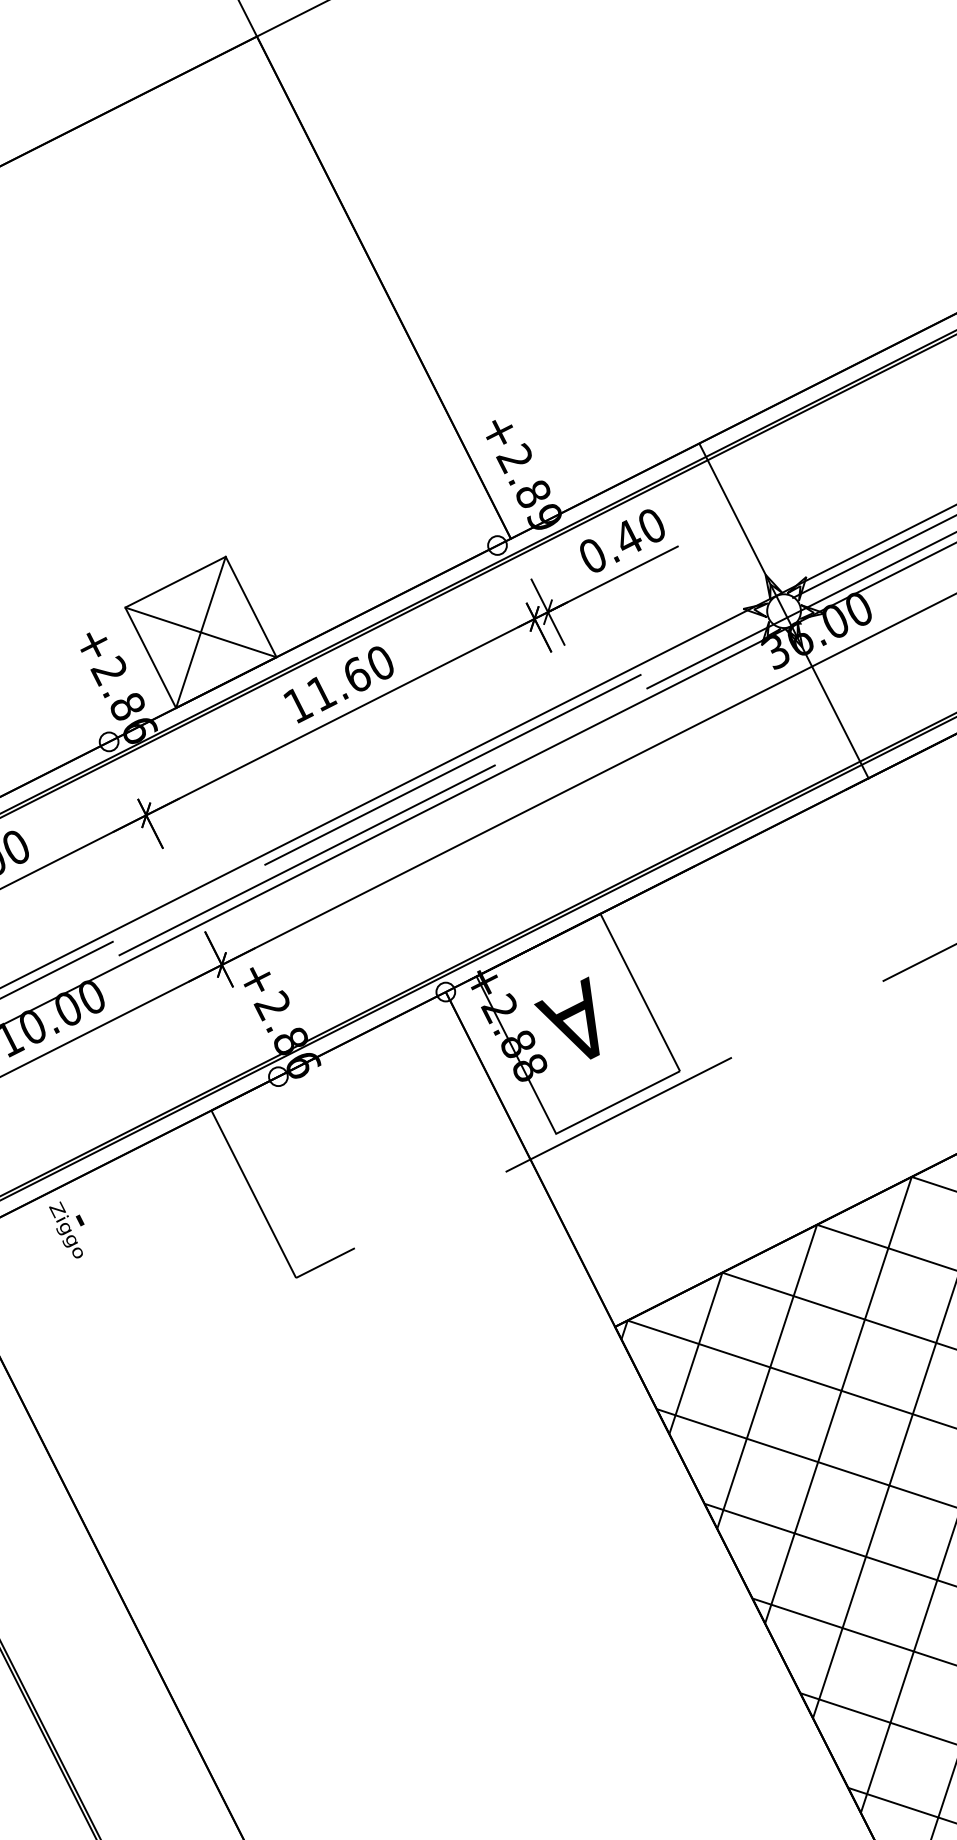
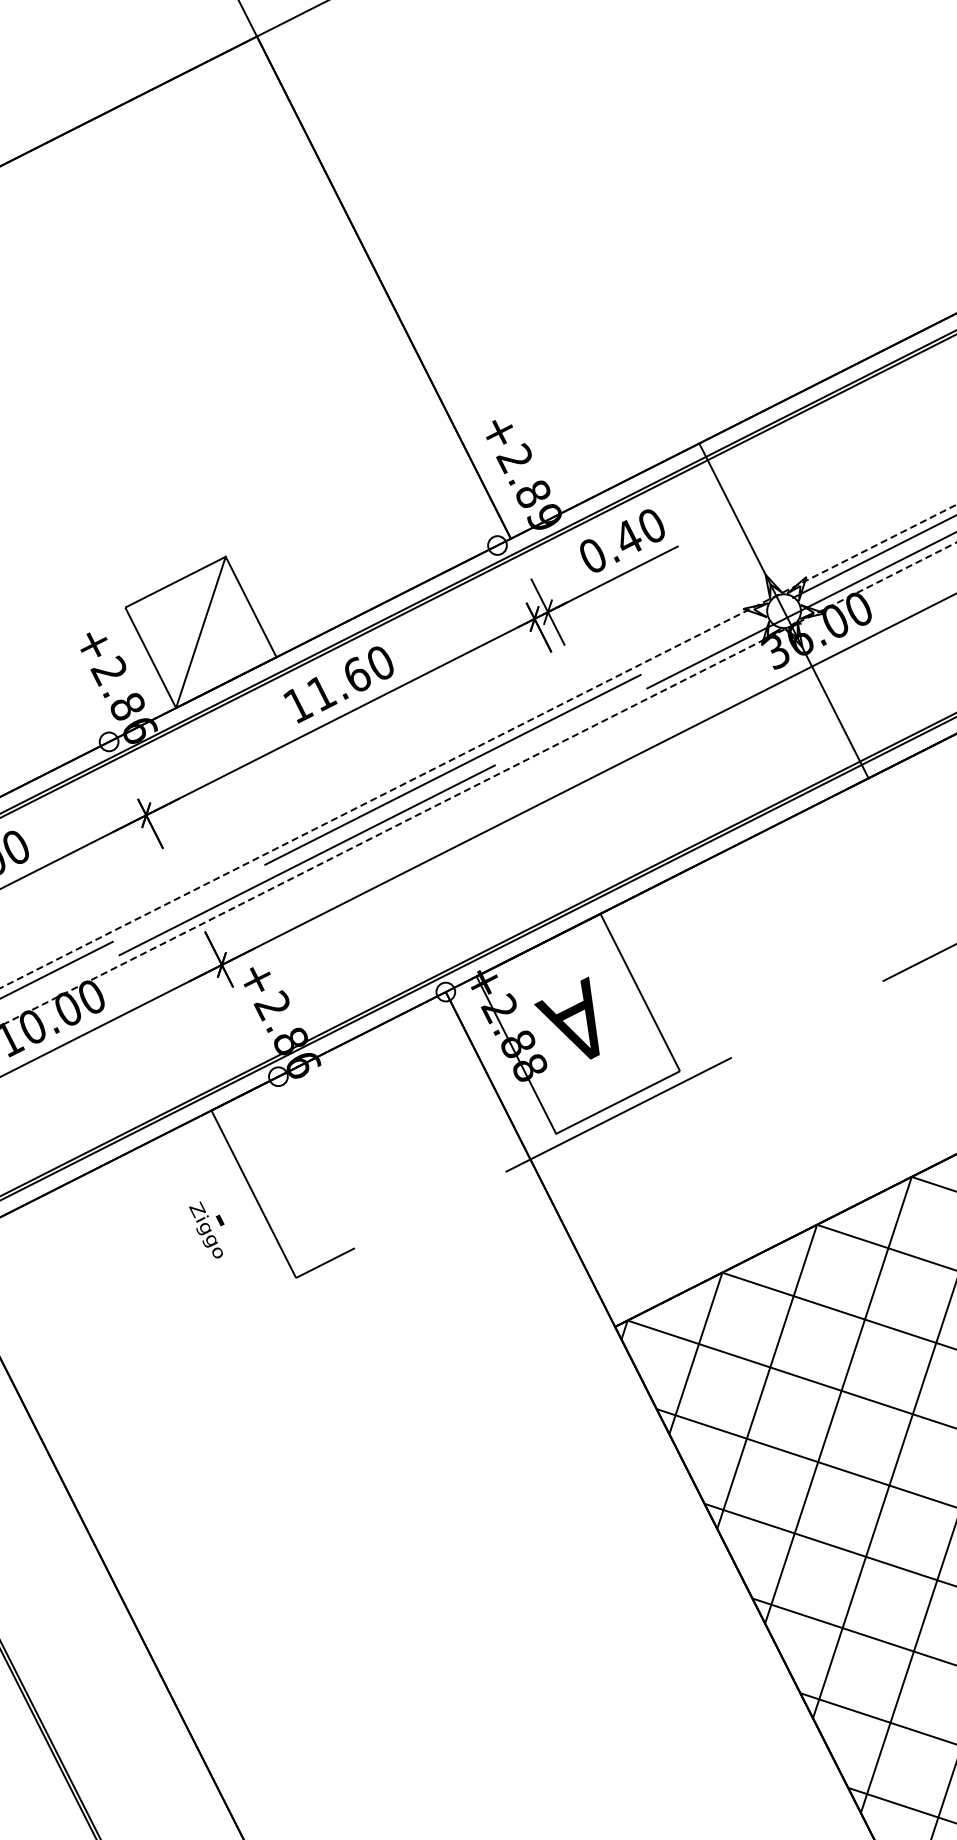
line at (200, 632): present -> none
line at (478, 746): solid -> dashed
line at (478, 784): solid -> dashed
text at (66, 1229) position: (66, 1229) -> (206, 1229)
